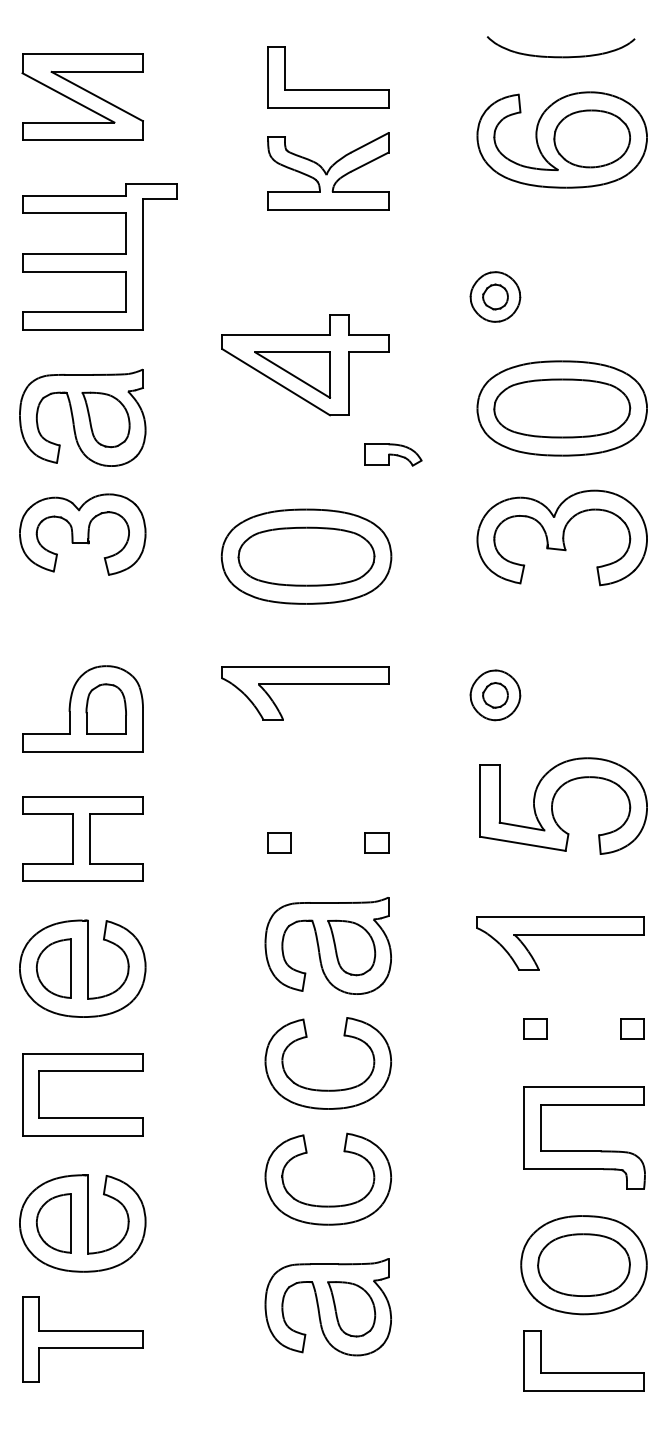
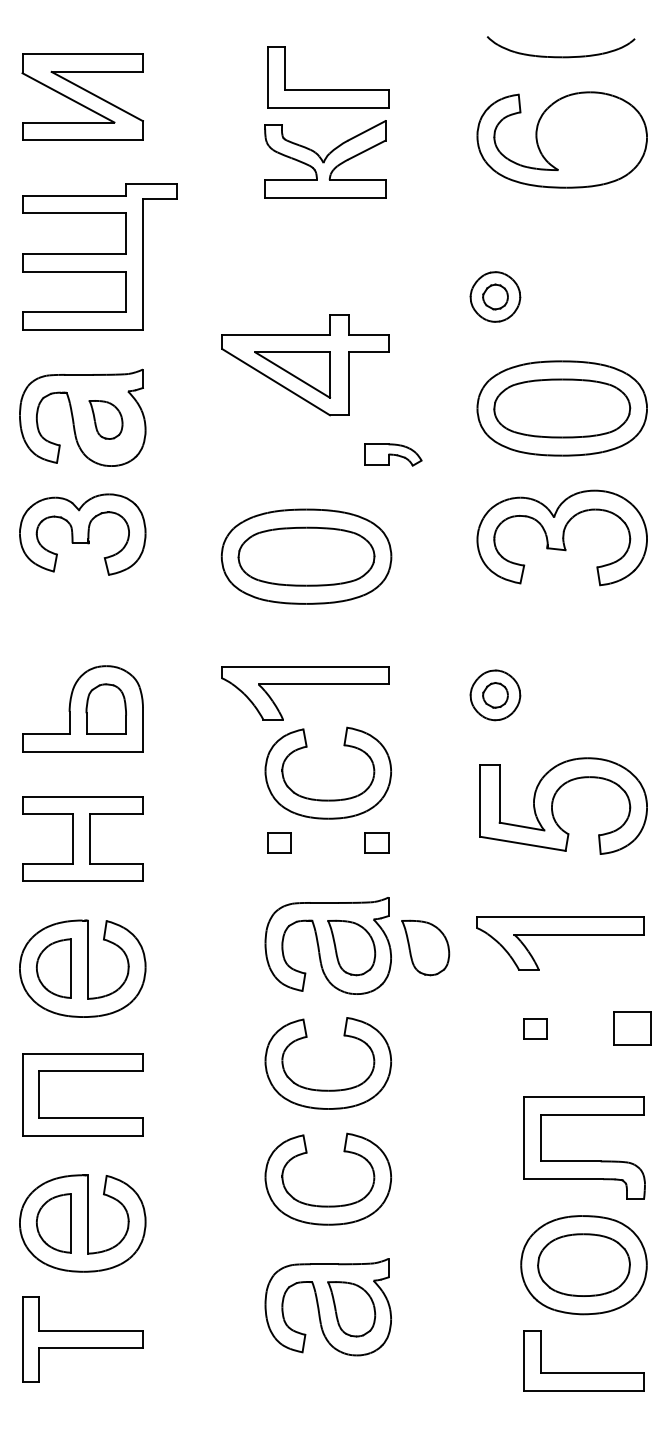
part at (591, 138): present -> none
part at (328, 171) position: (328, 171) -> (325, 159)
part at (105, 419) size: 50x58 px -> 36x40 px
part at (327, 799): none -> present
part at (425, 947): none -> present
part at (632, 1028) size: 25x22 px -> 39x35 px
part at (584, 1150) position: (584, 1150) -> (584, 1160)
